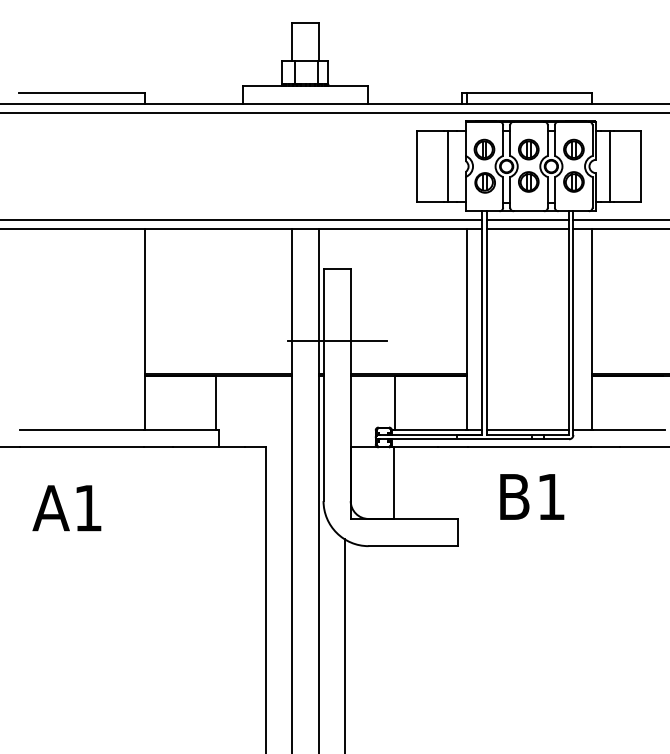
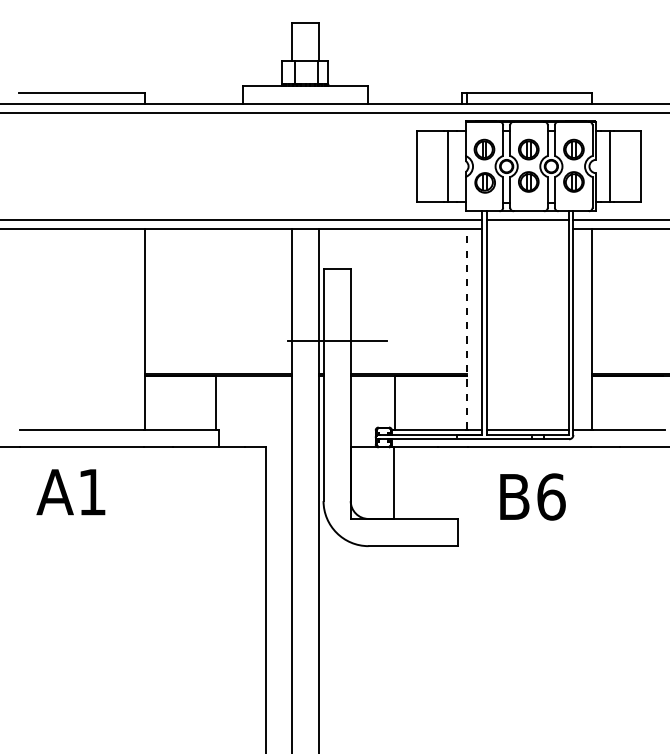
line at (527, 229): present -> none
line at (466, 328): solid -> dashed
text at (551, 496): B1 -> B6
text at (66, 508) position: (66, 508) -> (70, 492)
line at (344, 644): present -> none
